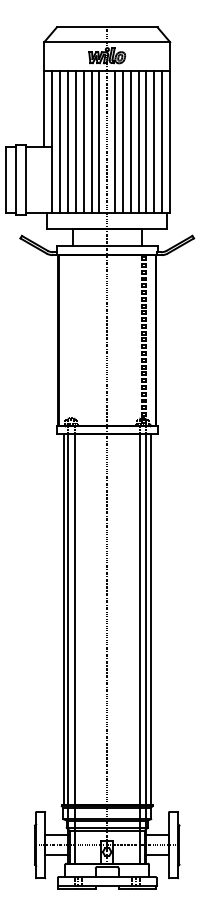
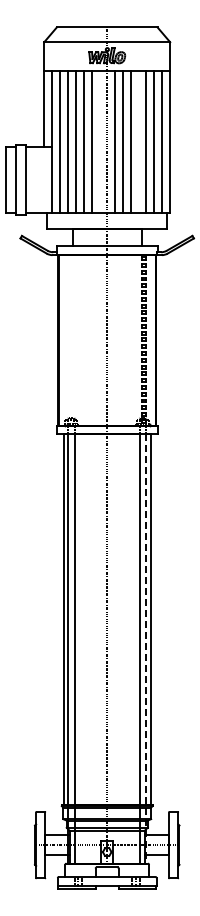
line at (99, 141): present -> none
line at (138, 141): present -> none
line at (146, 648): solid -> dashed
